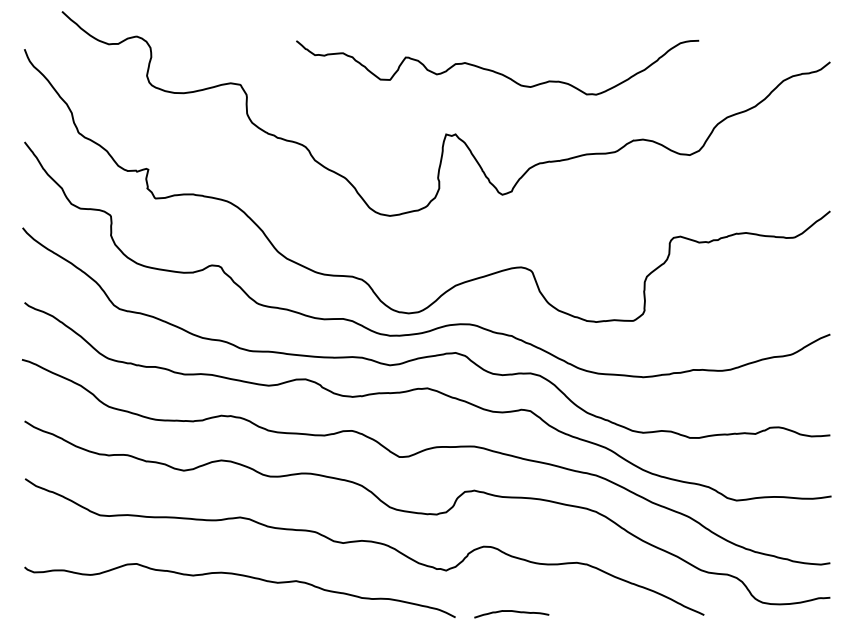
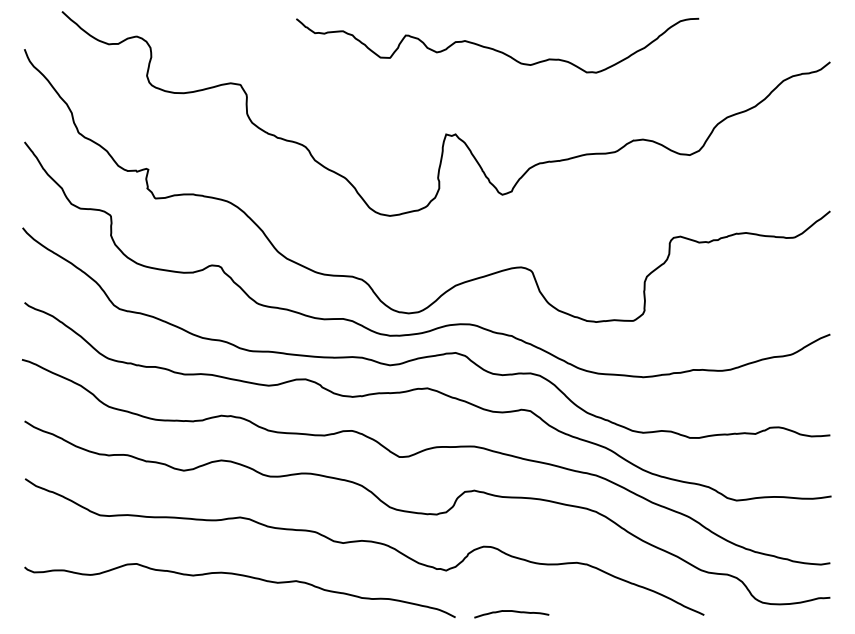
curve at (496, 71) position: (496, 71) -> (496, 49)
